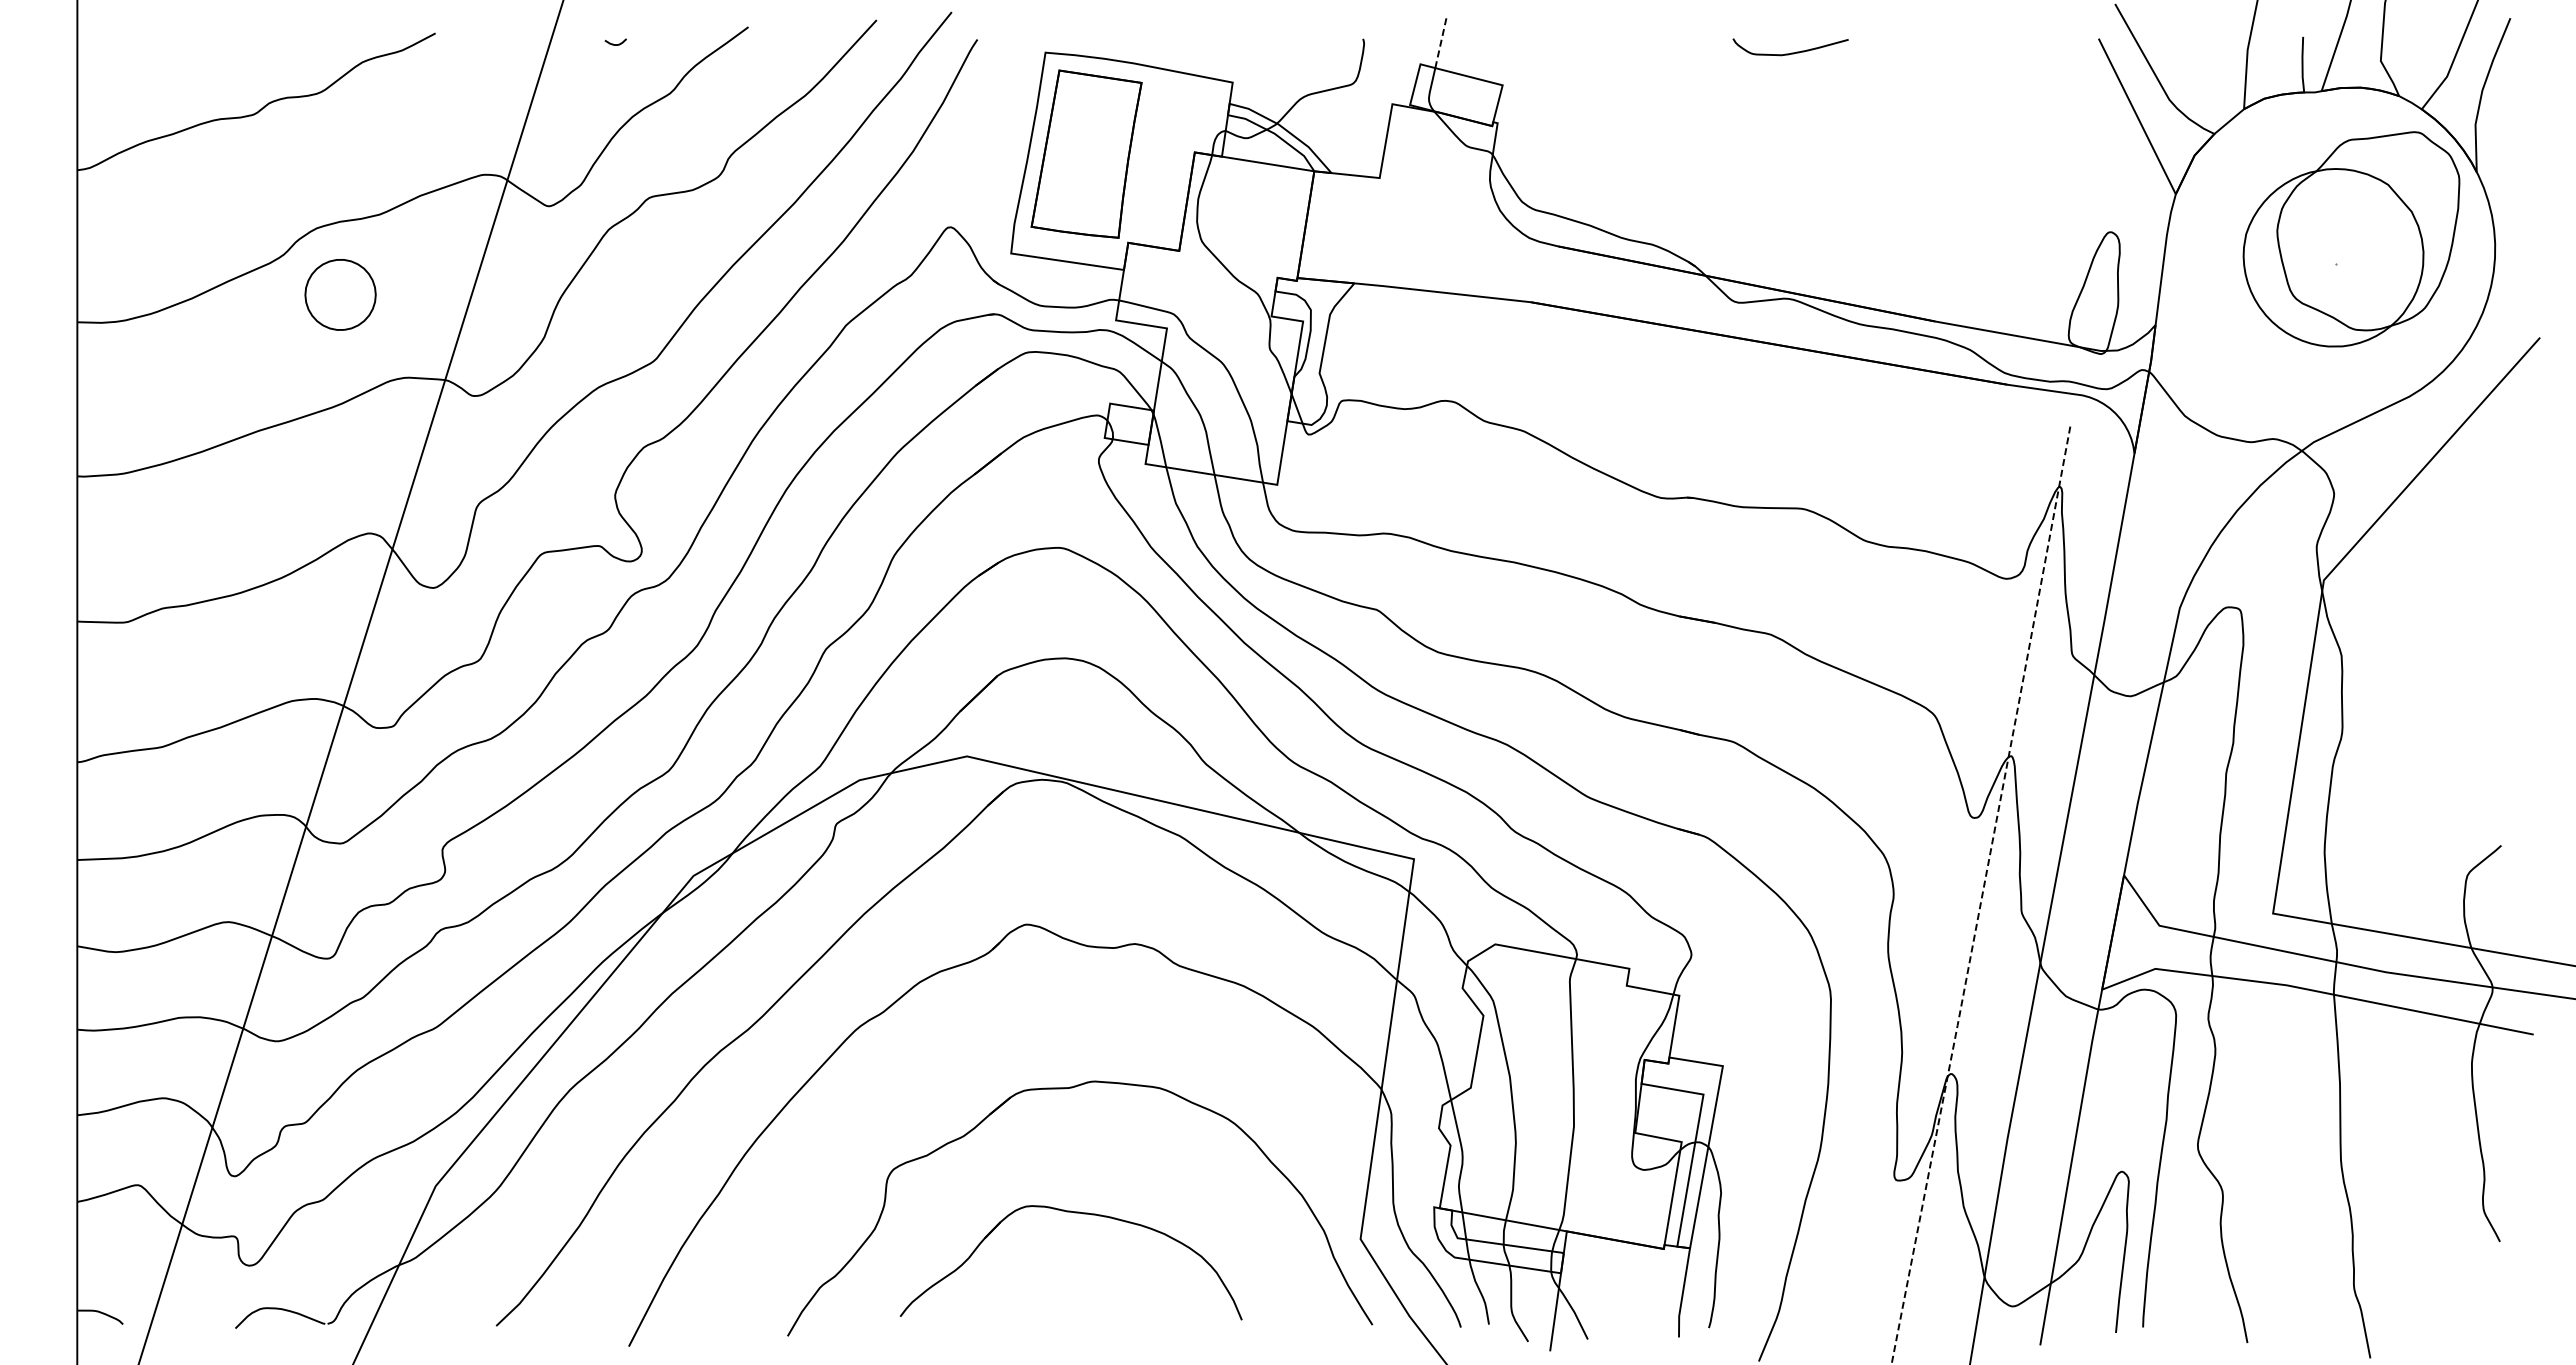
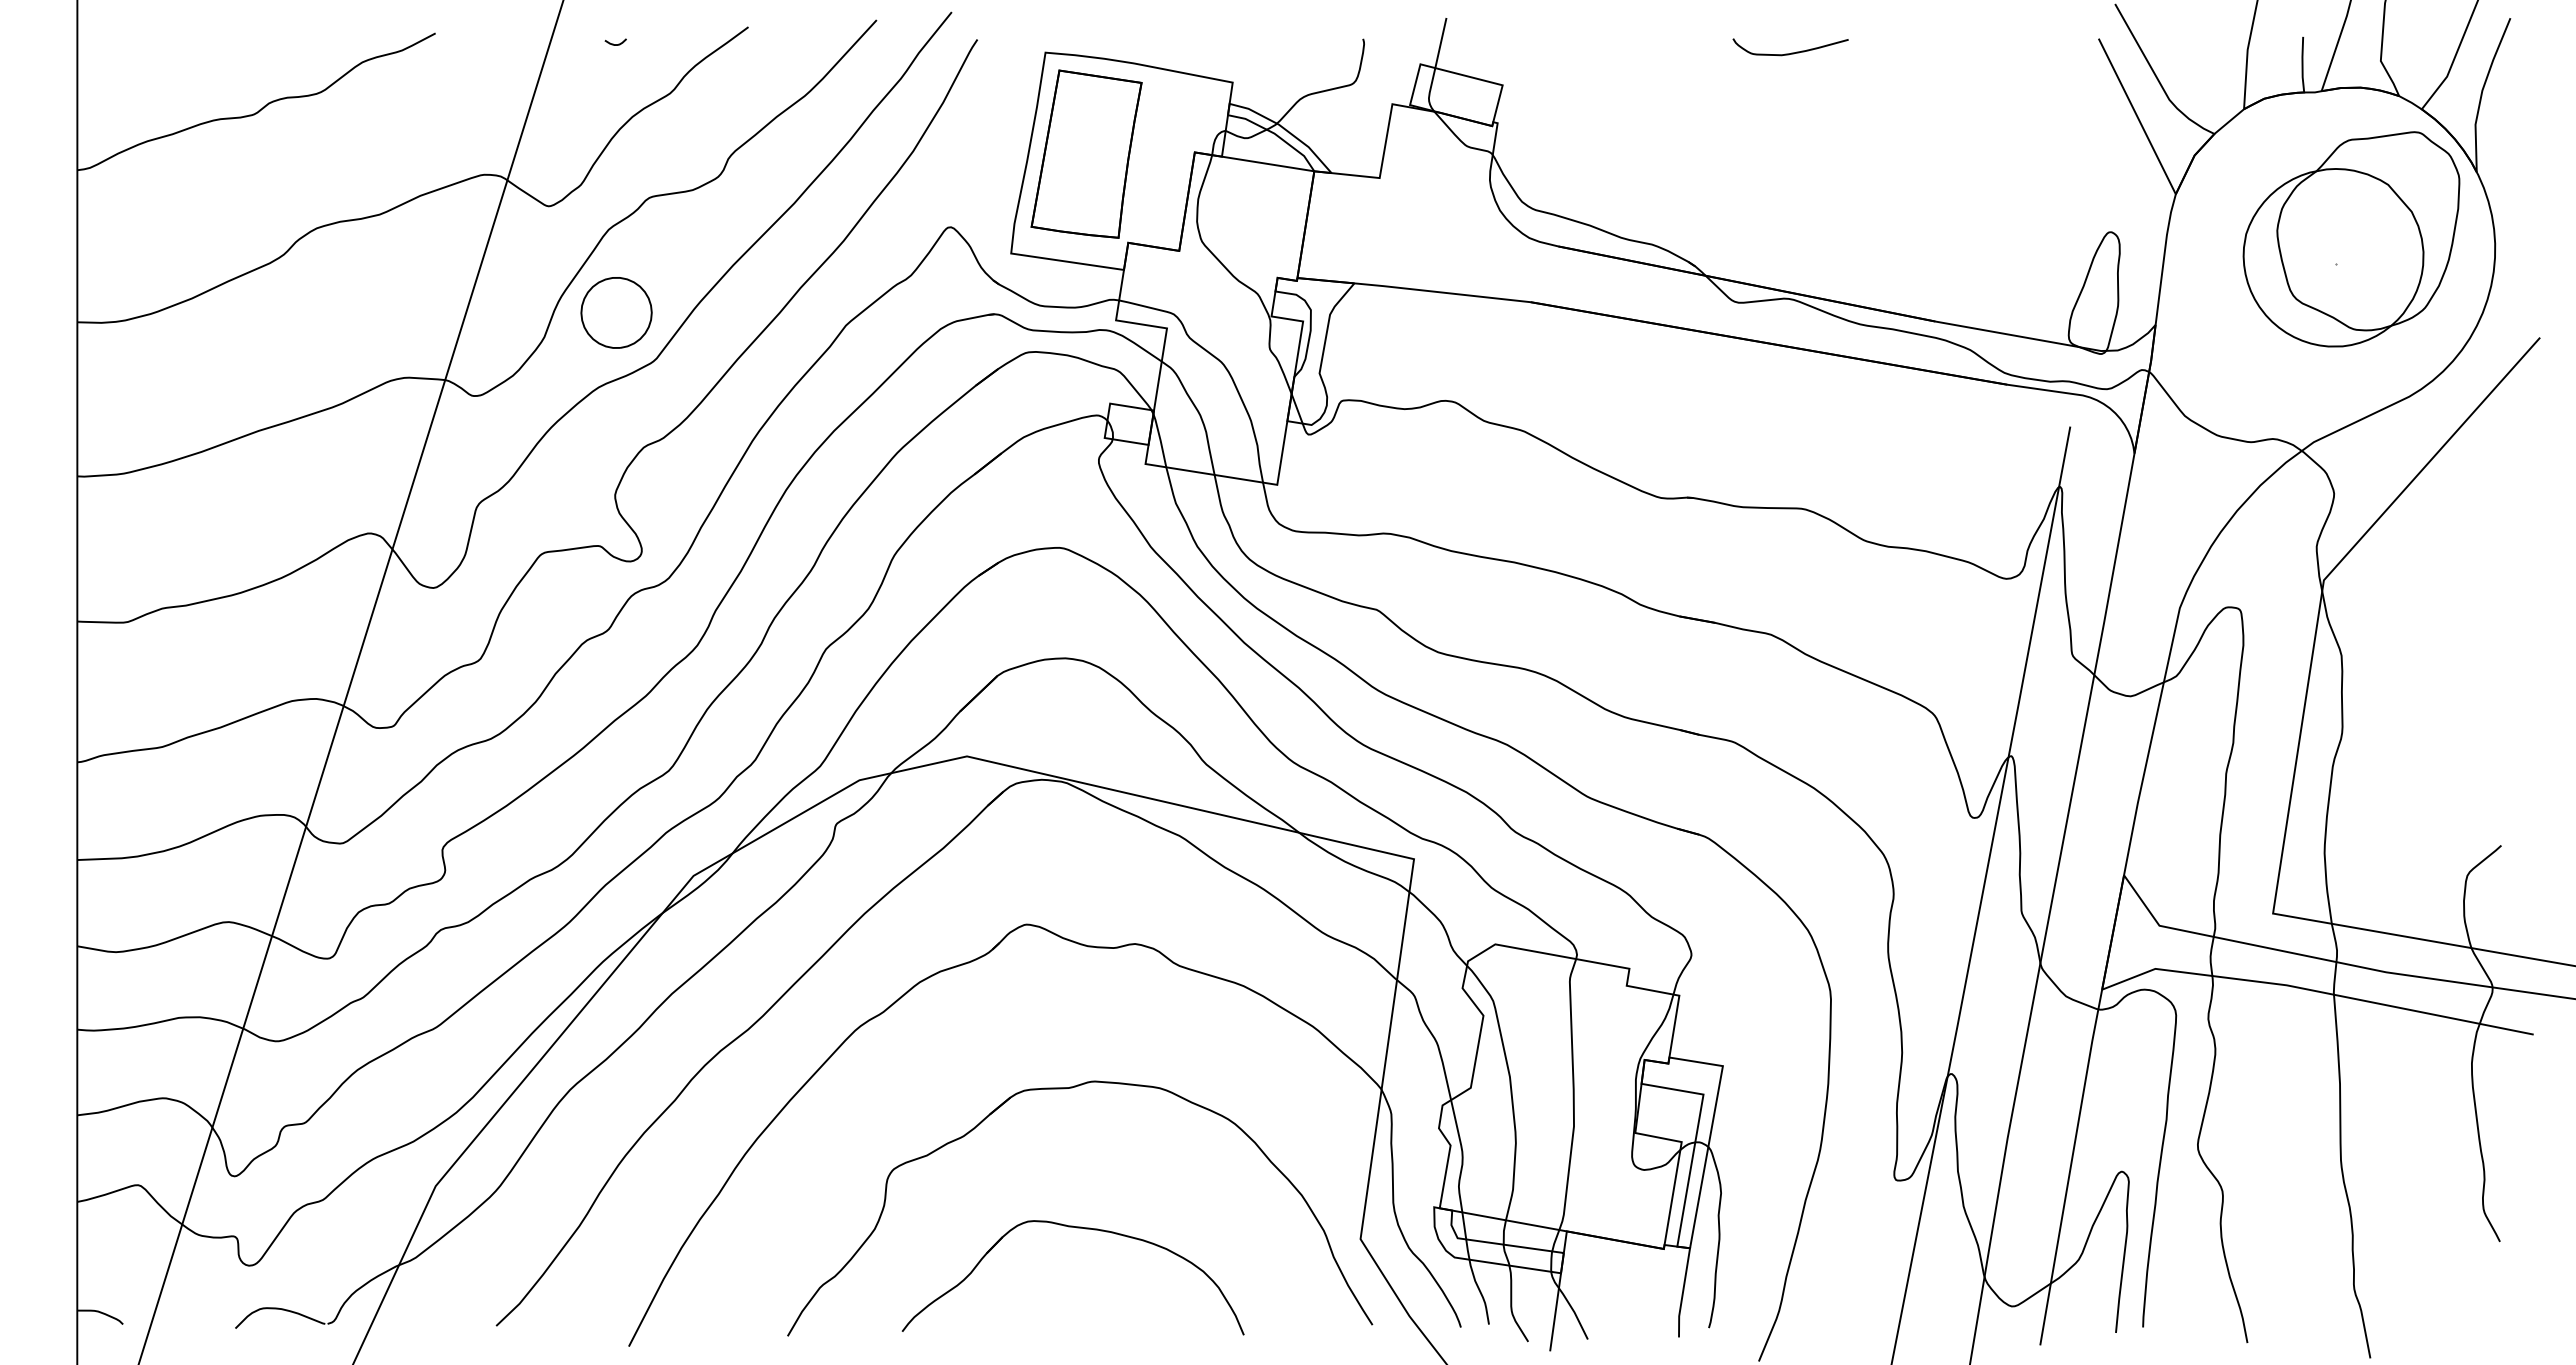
line at (1440, 43): dashed -> solid
part at (340, 294) position: (340, 294) -> (616, 312)
line at (1982, 896): dashed -> solid
part at (1074, 1213) position: (1074, 1213) -> (1076, 1228)
